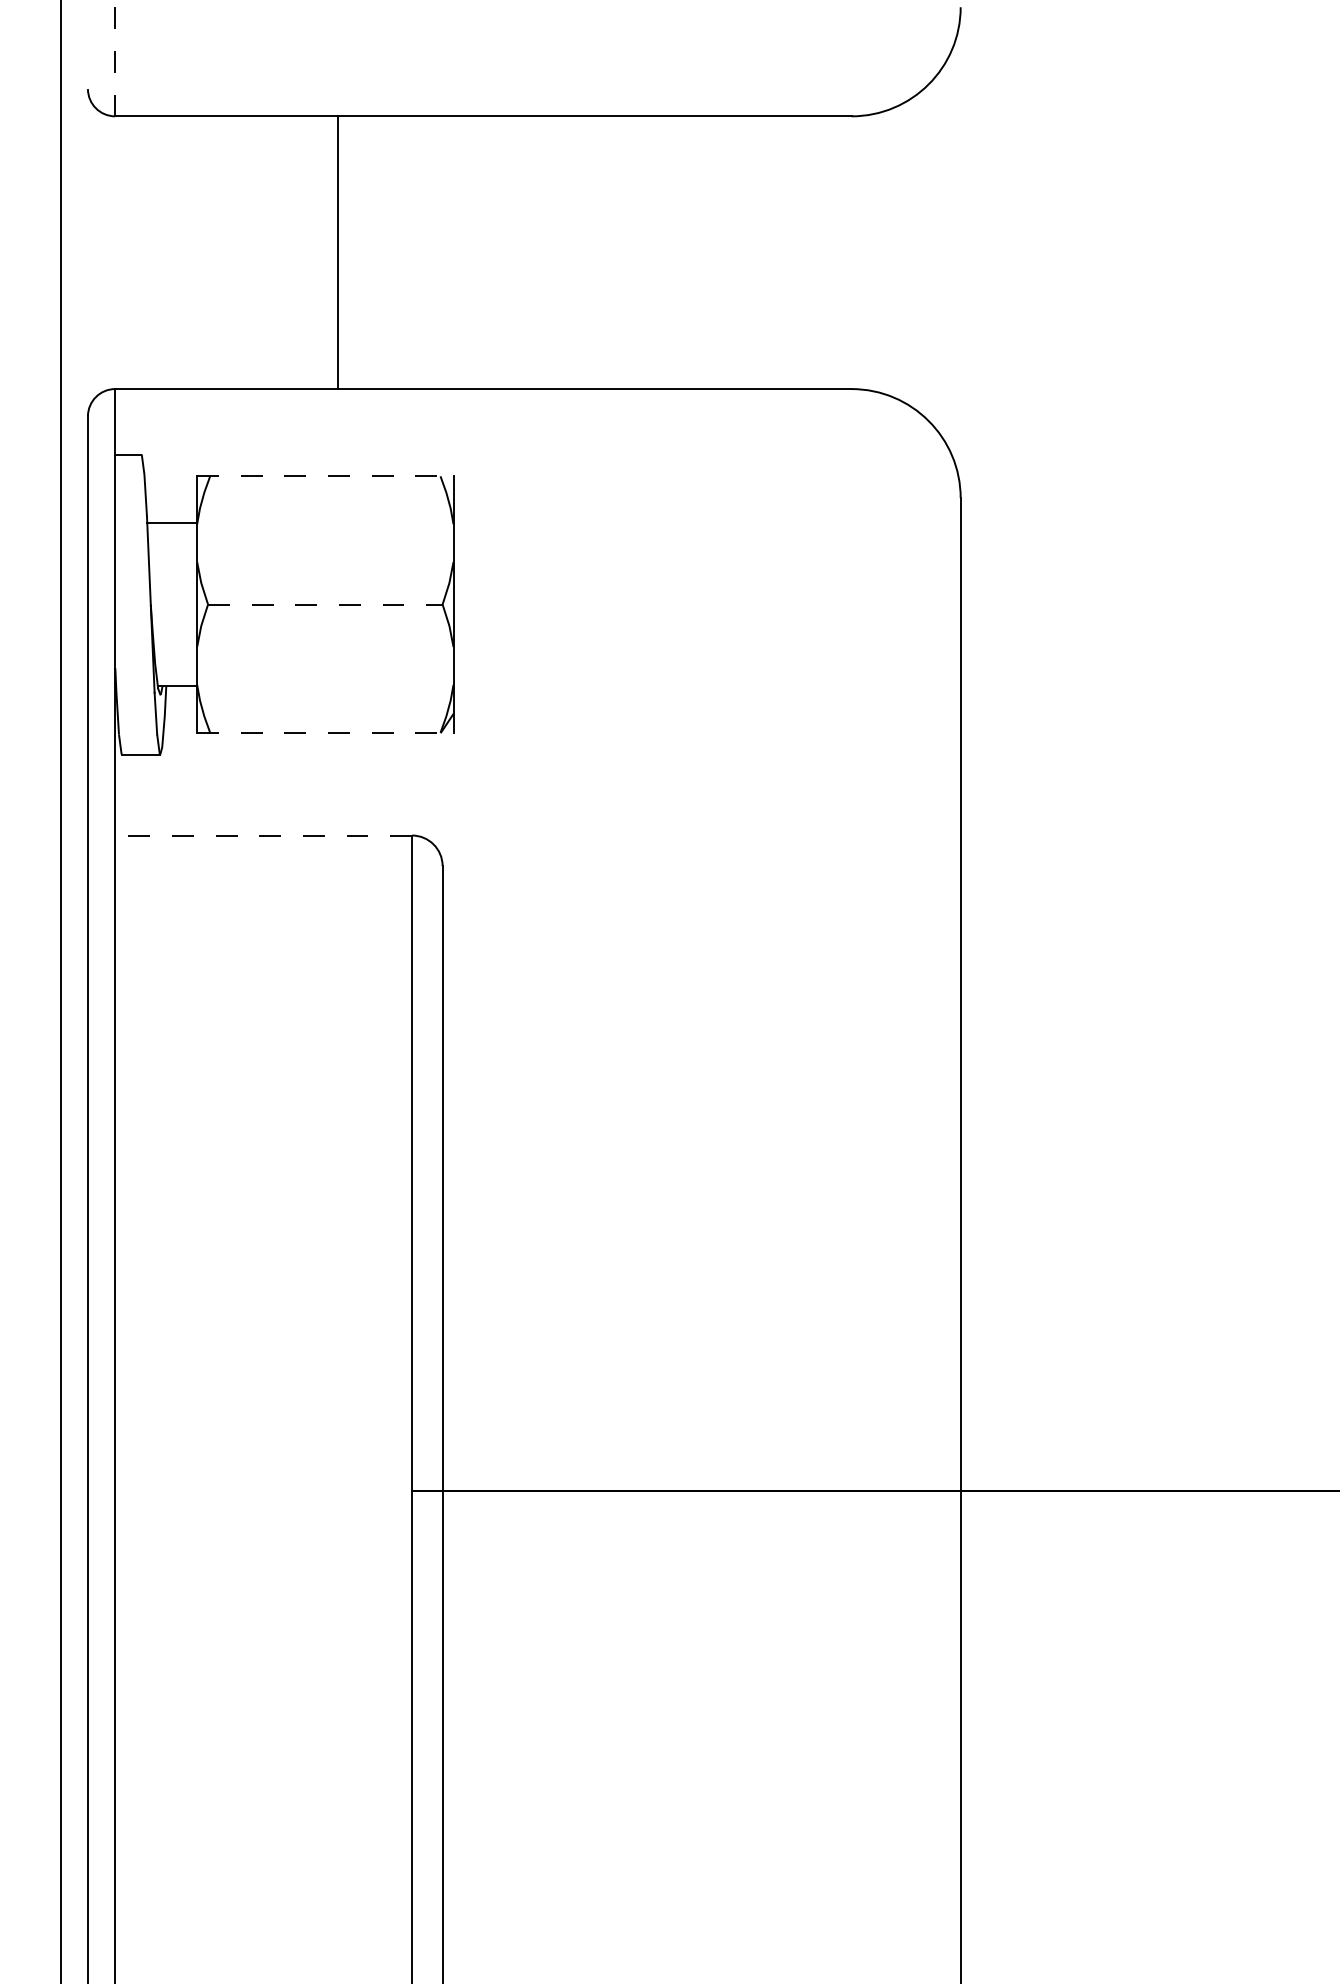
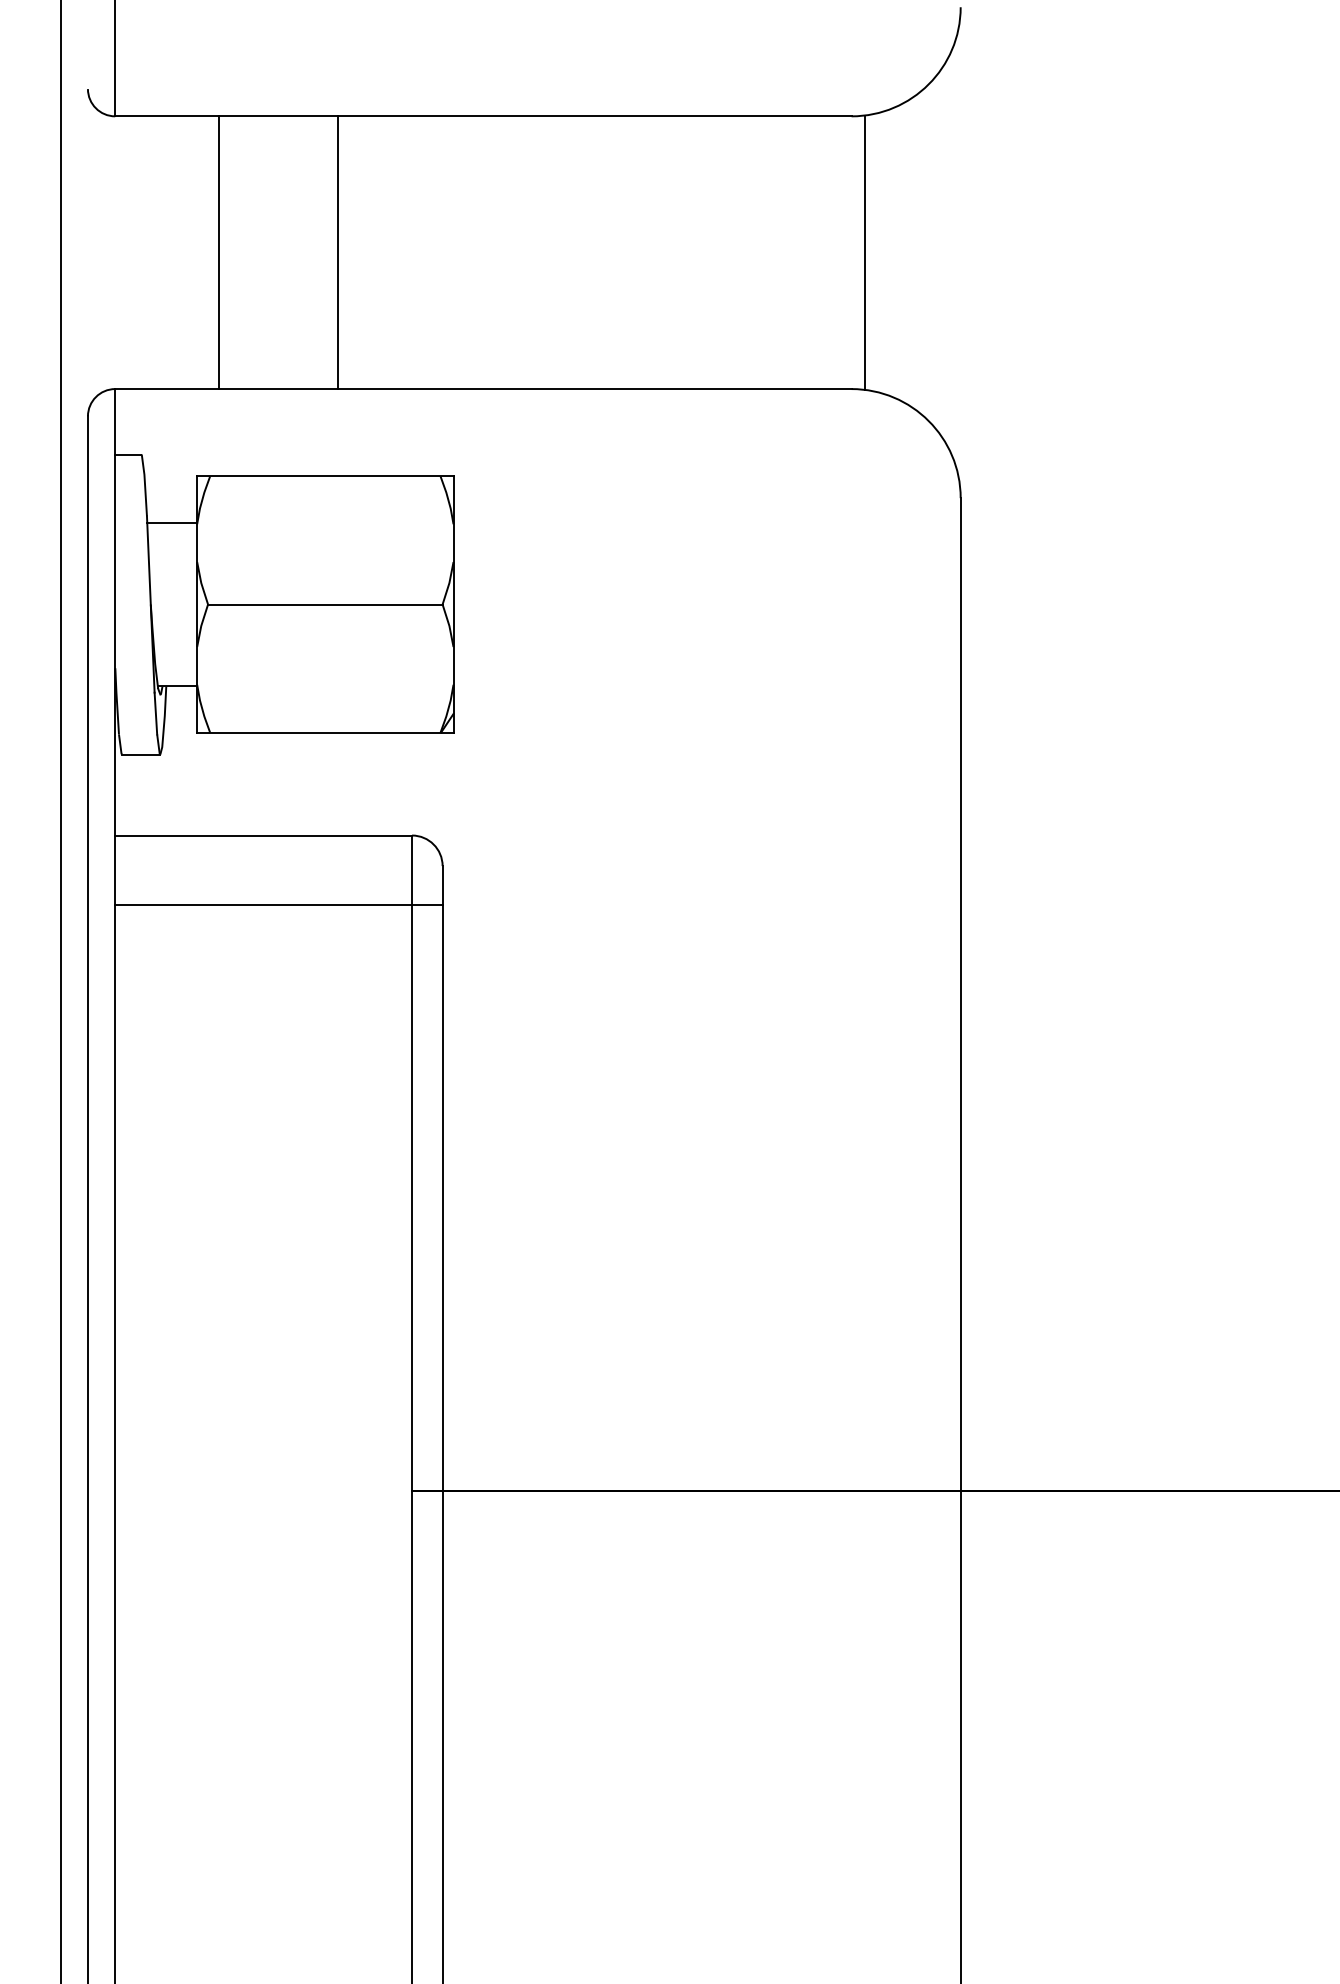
line at (115, 58): dashed -> solid
line at (218, 252): none -> present
line at (864, 252): none -> present
line at (325, 476): dashed -> solid
line at (325, 604): dashed -> solid
line at (325, 732): dashed -> solid
line at (263, 835): dashed -> solid
line at (278, 904): none -> present
